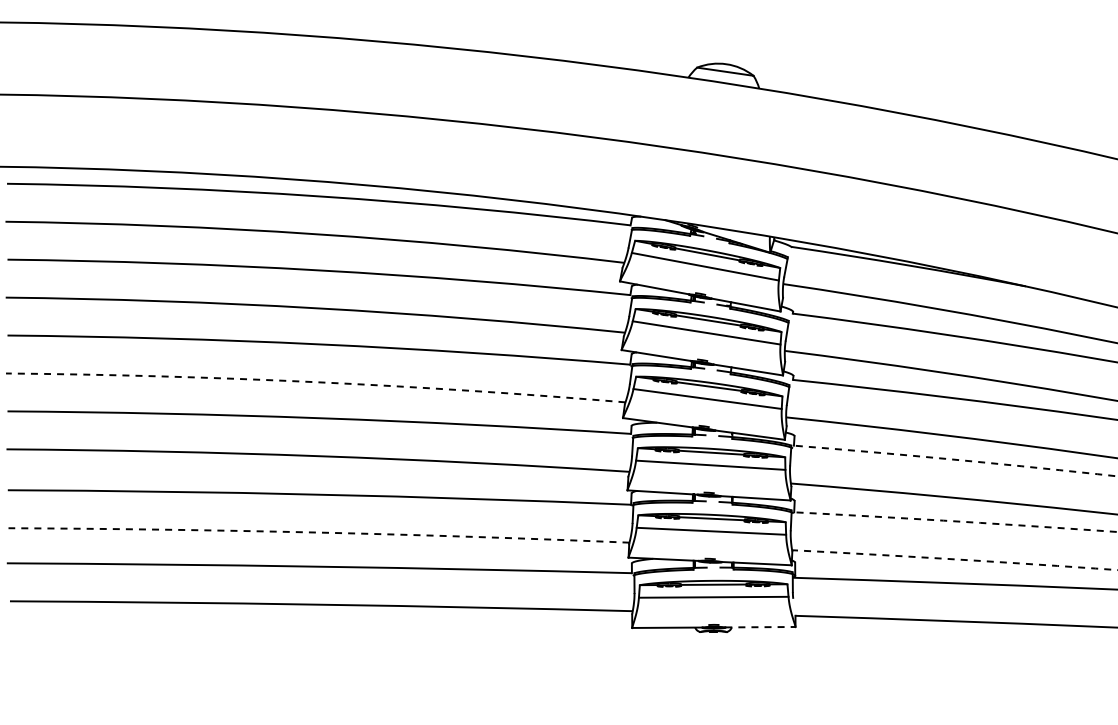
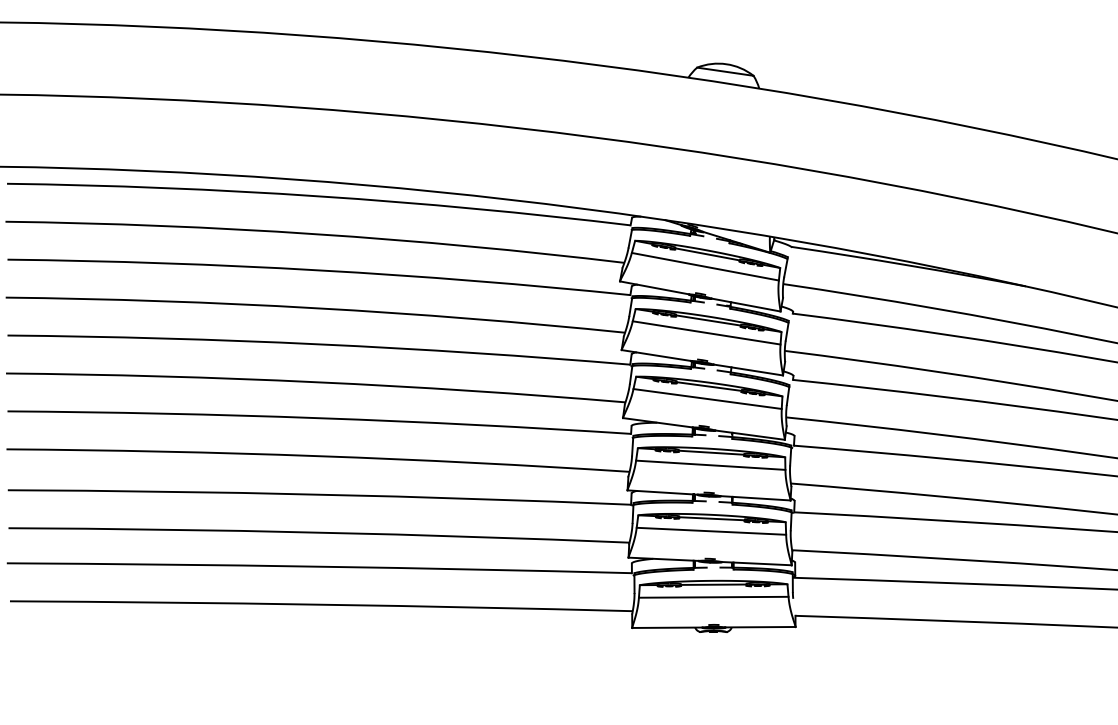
arc at (316, 382): dashed -> solid
arc at (955, 459): dashed -> solid
arc at (955, 521): dashed -> solid
arc at (319, 532): dashed -> solid
arc at (954, 559): dashed -> solid
line at (760, 627): dashed -> solid
